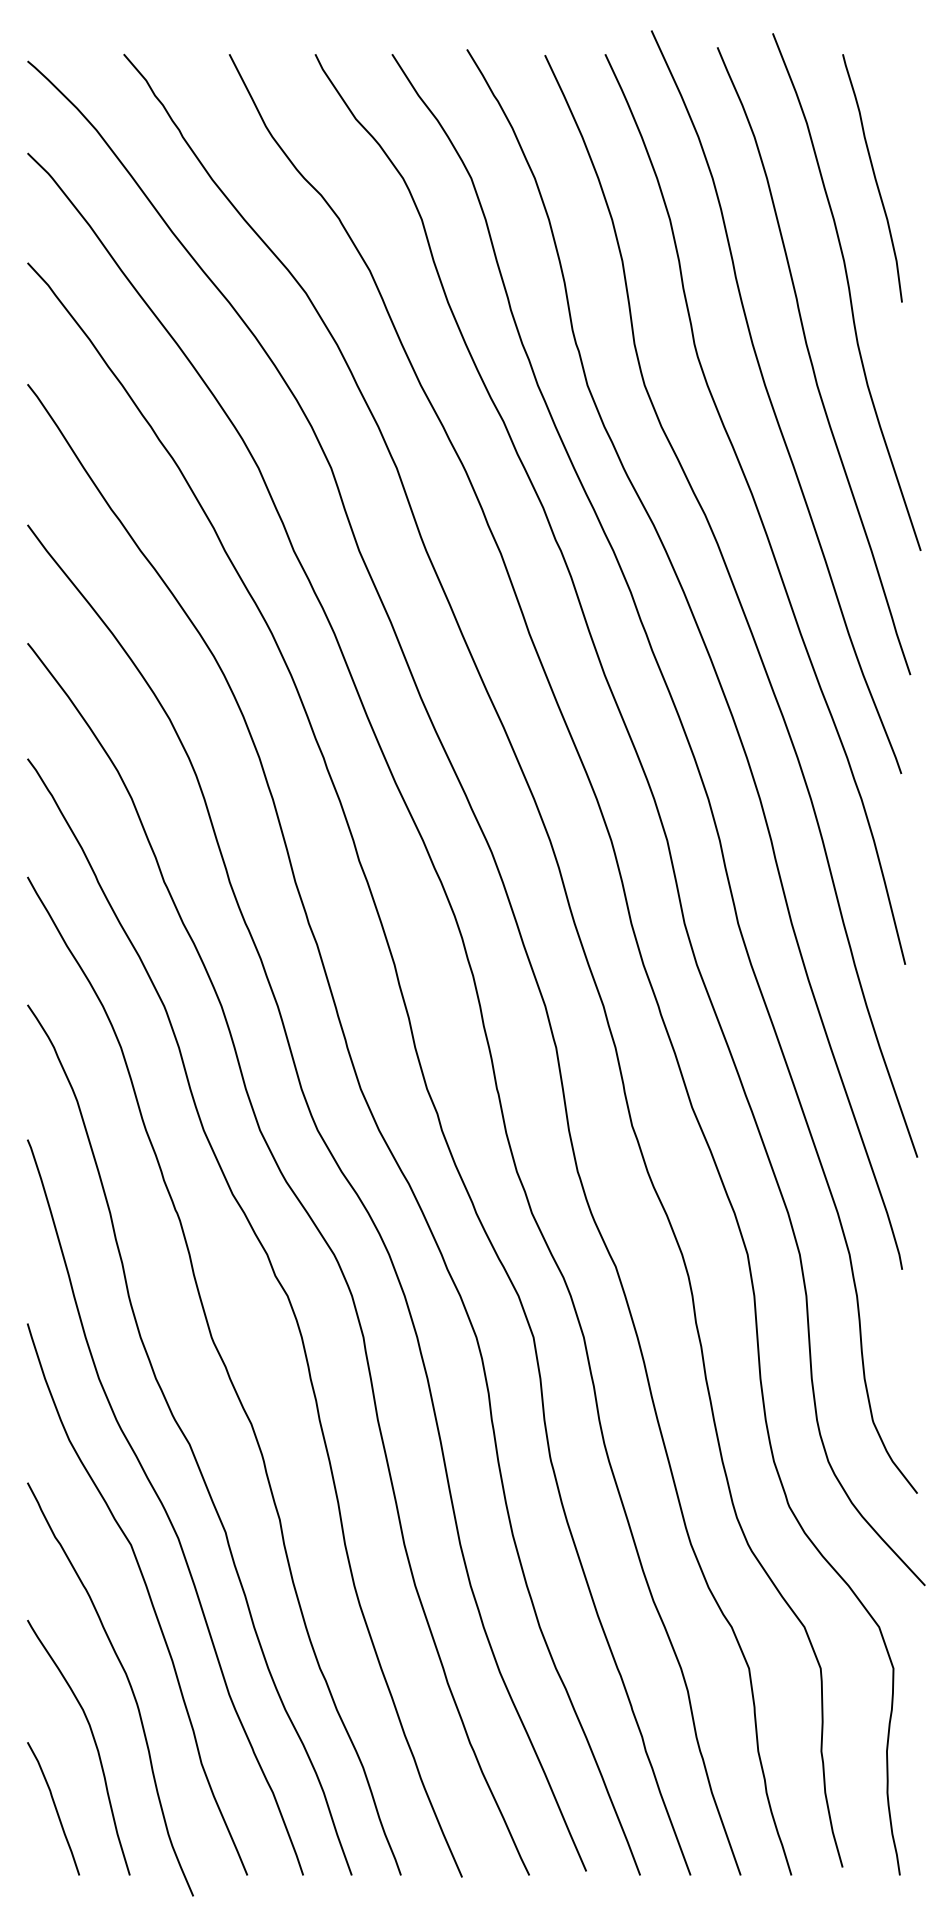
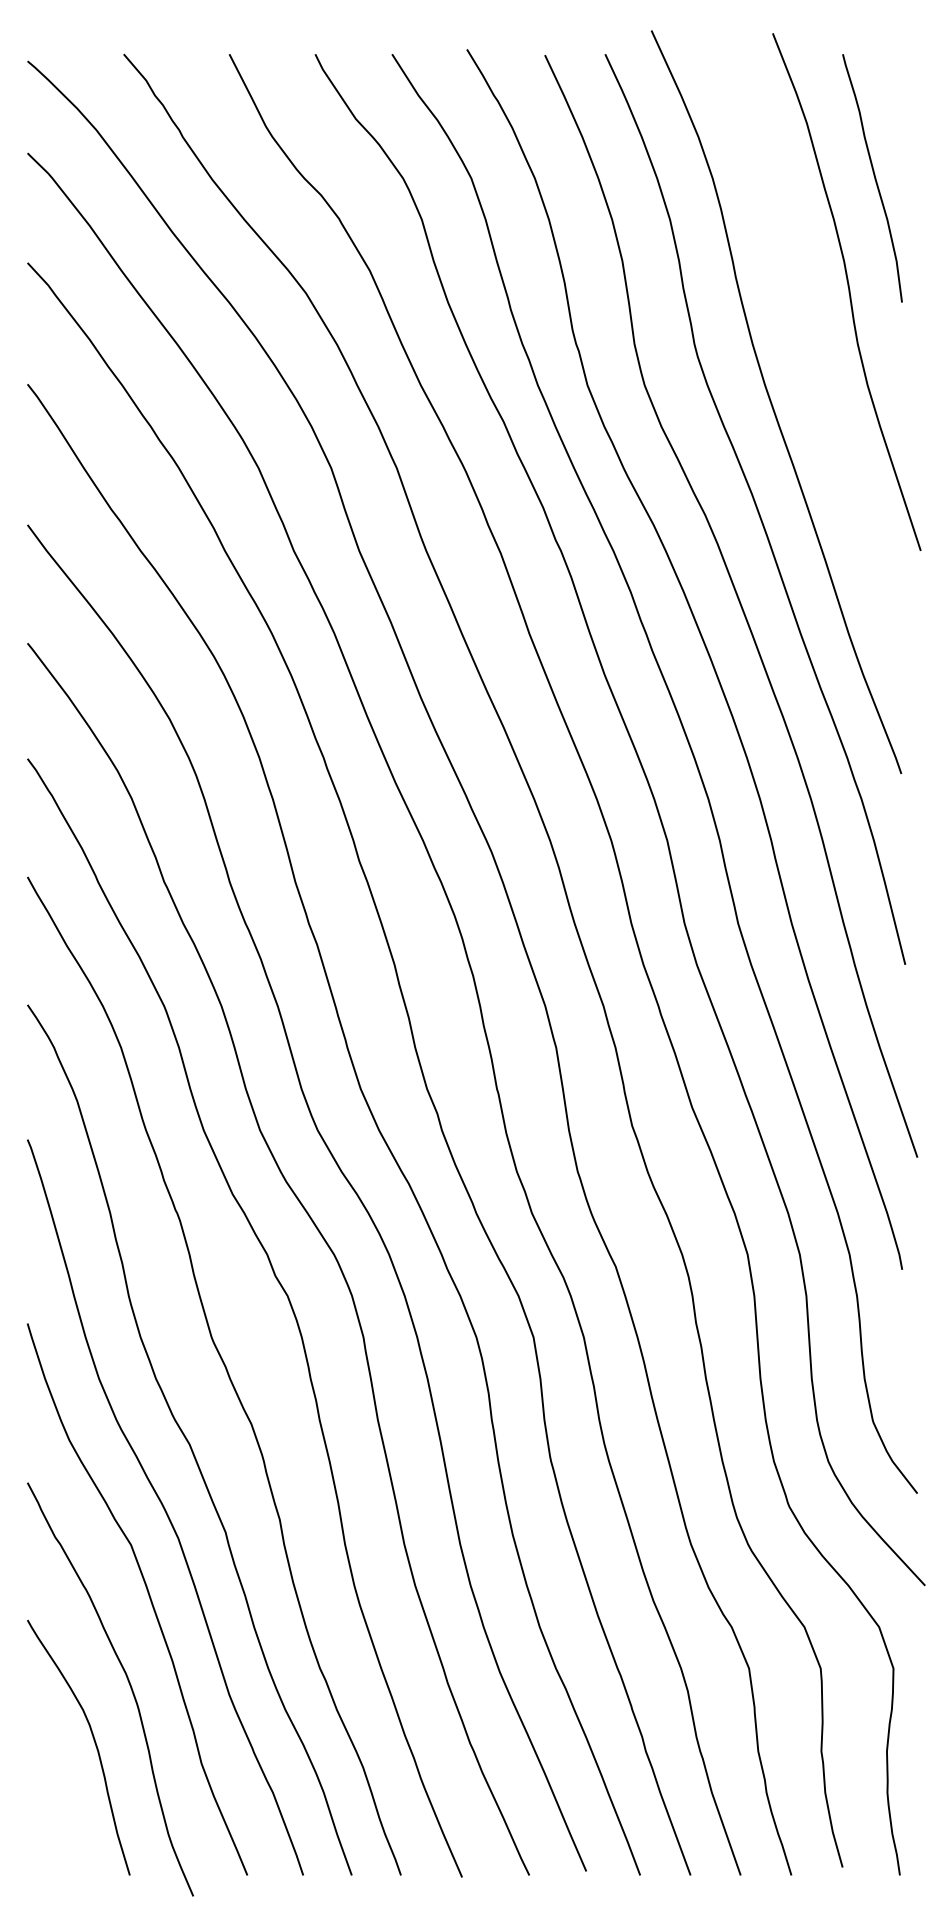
curve at (812, 361): present -> none
curve at (54, 1807): present -> none
